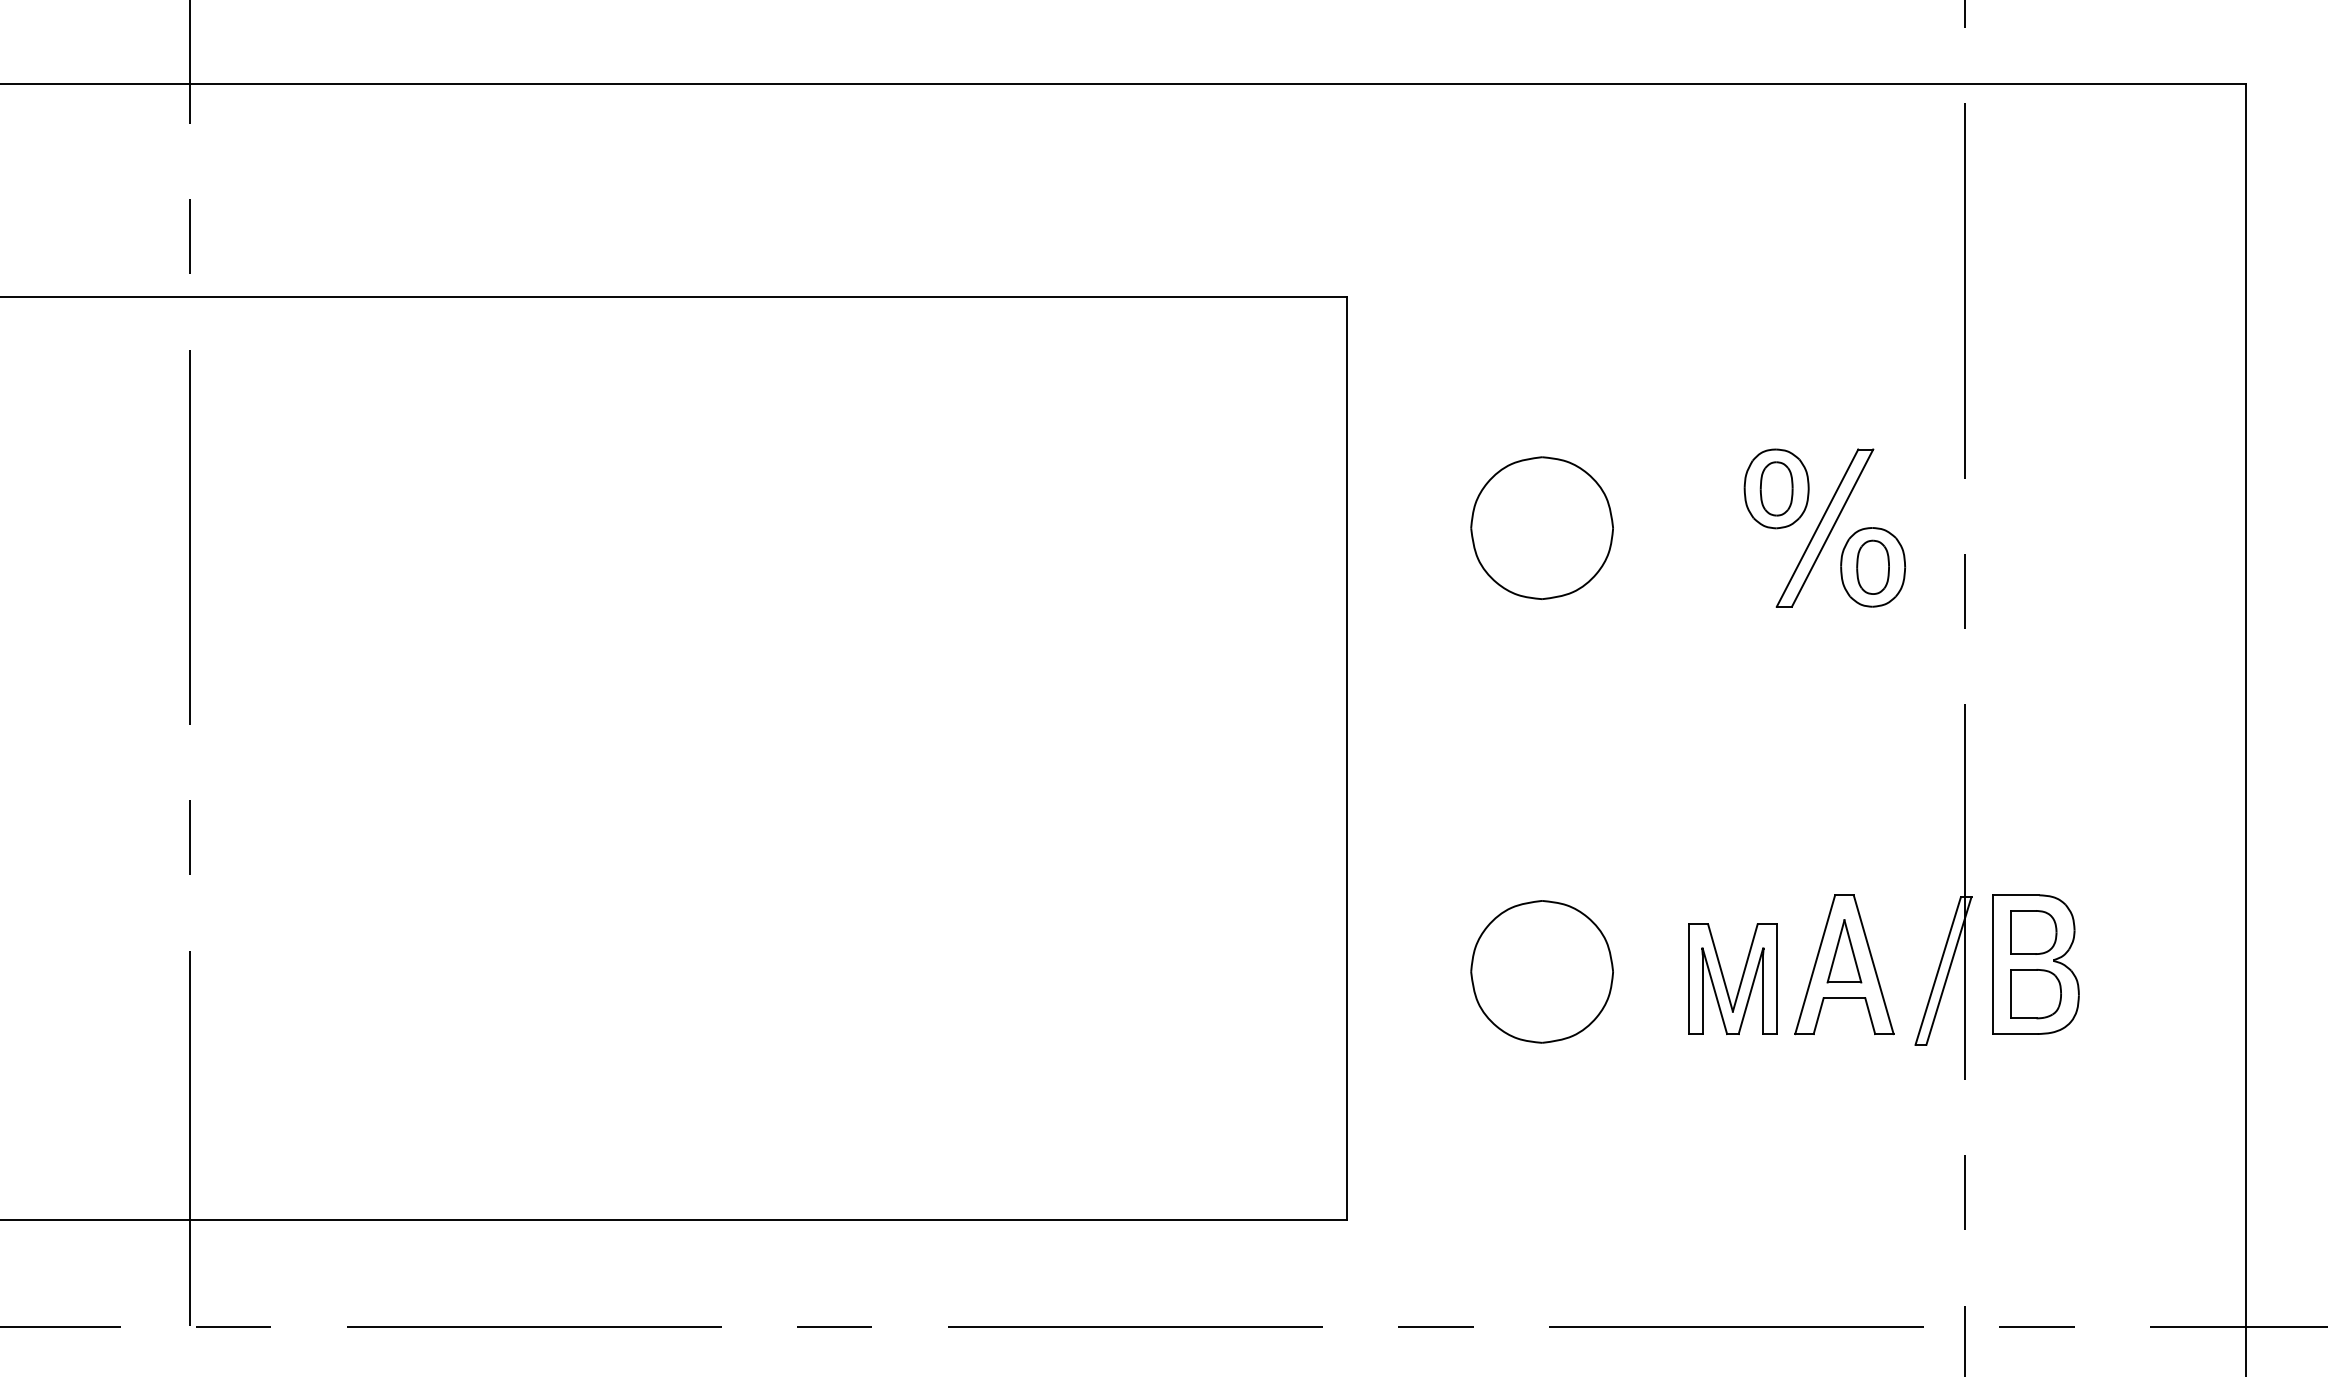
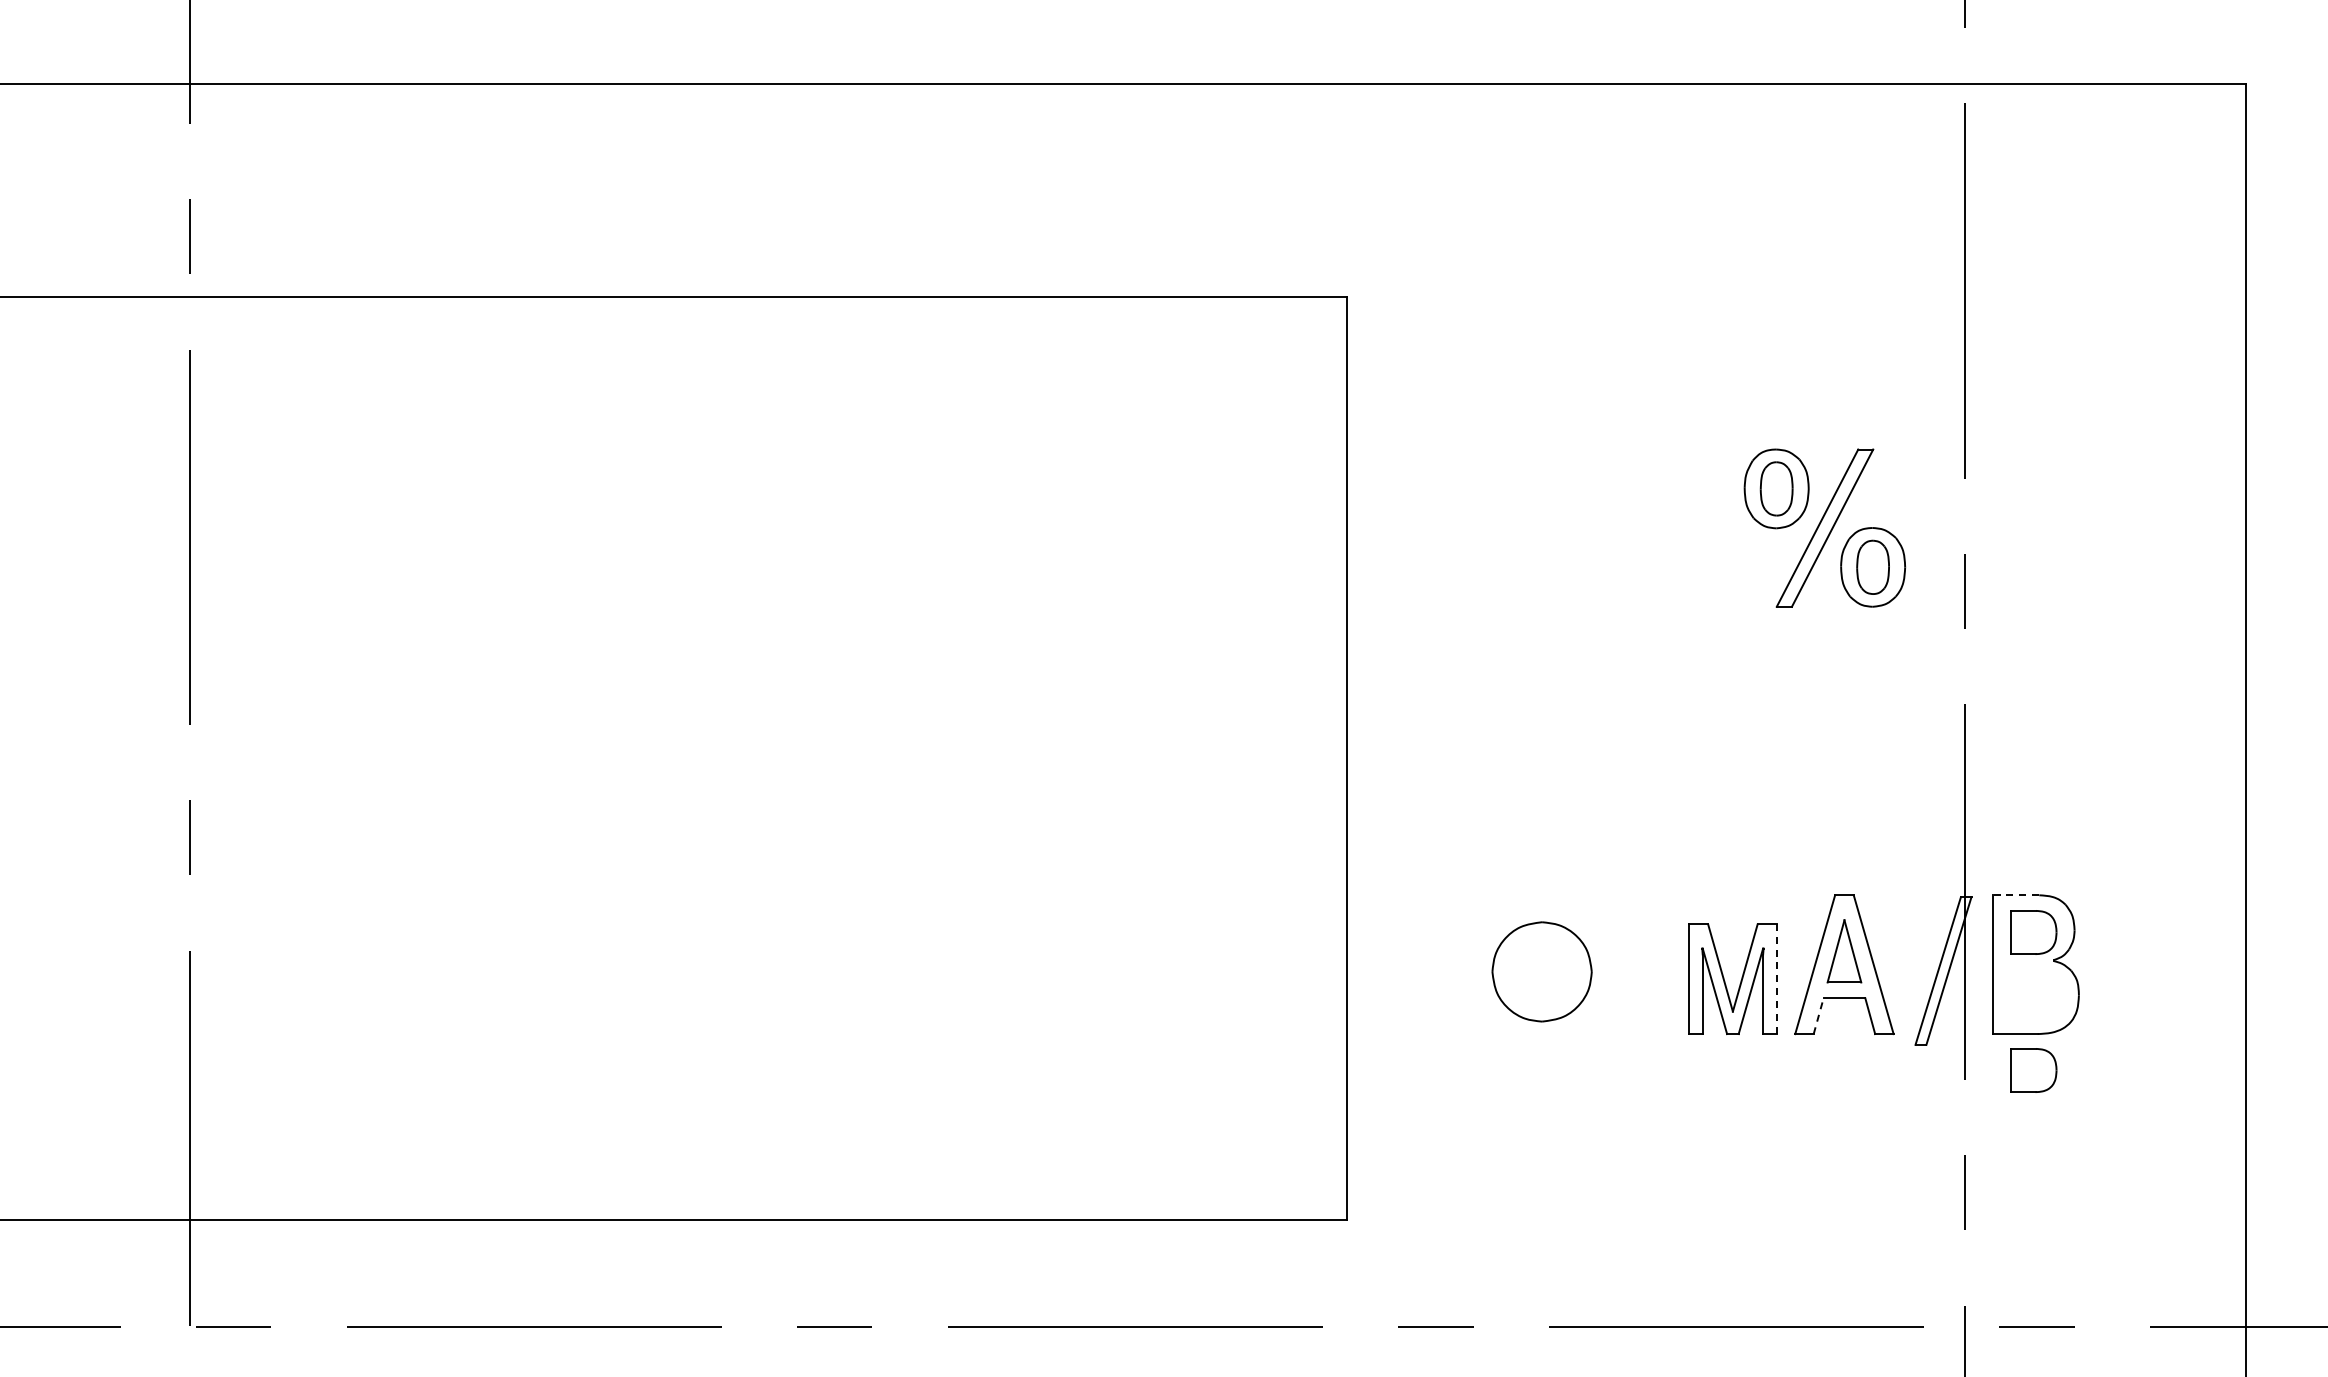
part at (1541, 527): present -> none
line at (2015, 895): solid -> dashed
part at (1541, 971) size: 144x144 px -> 102x102 px
line at (1777, 979): solid -> dashed
part at (2035, 994): present -> none
line at (1818, 1016): solid -> dashed
part at (2033, 1070): none -> present
